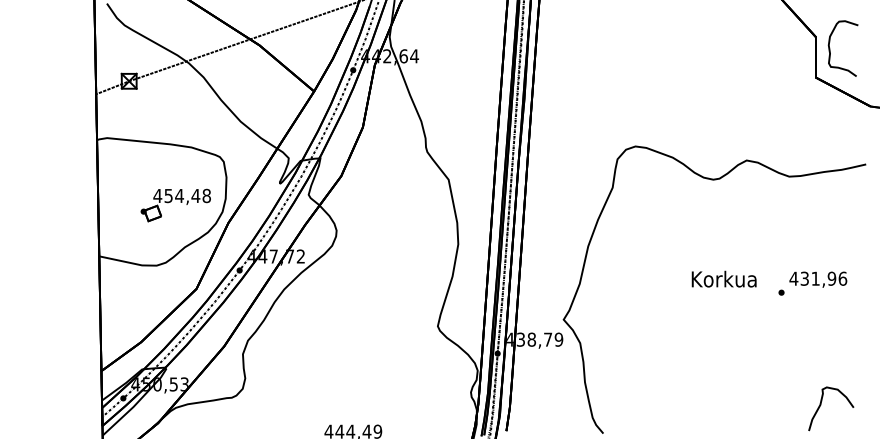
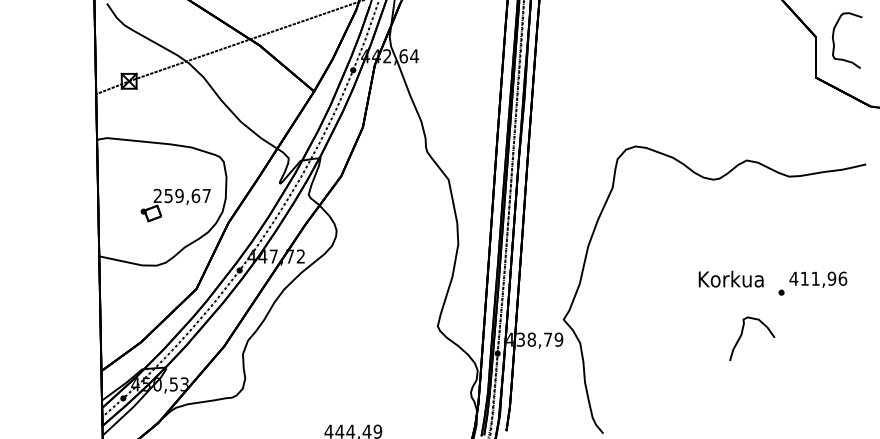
curve at (830, 48) position: (830, 48) -> (834, 40)
text at (181, 195): 454,48 -> 259,67
text at (723, 278) position: (723, 278) -> (730, 278)
text at (804, 278): 431,96 -> 411,96
curve at (821, 405) position: (821, 405) -> (742, 335)
